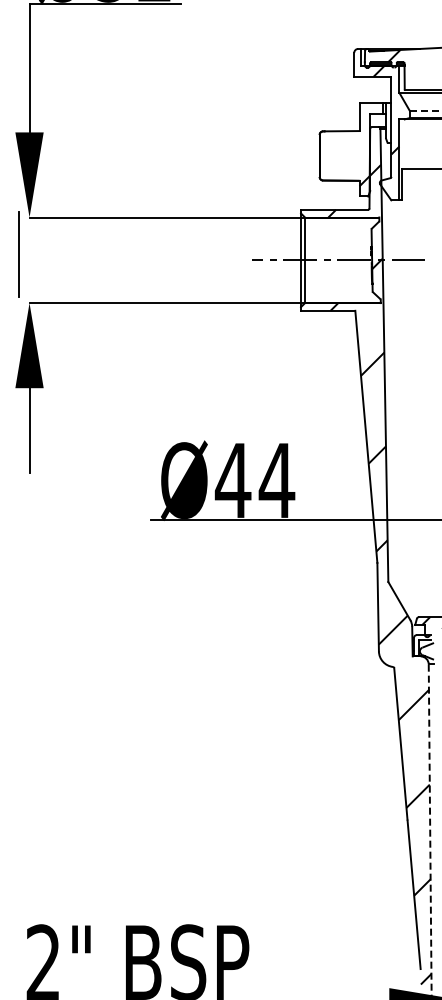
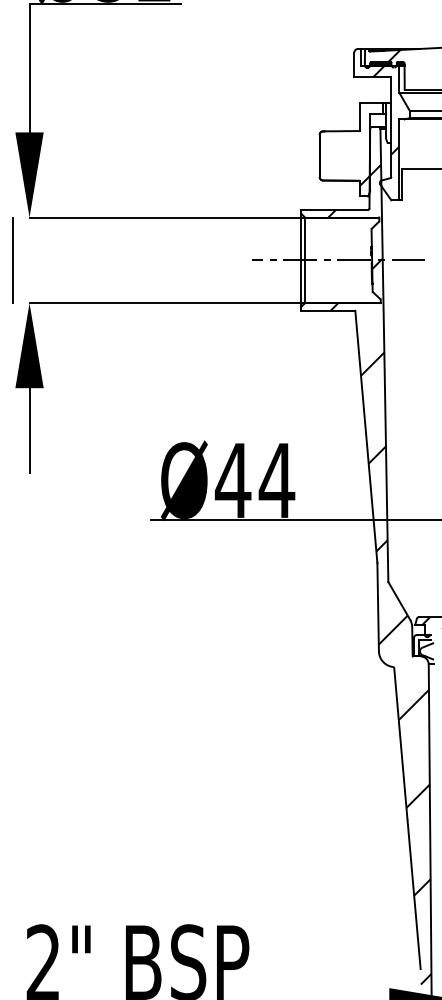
line at (426, 111): dashed -> solid
line at (18, 254) position: (18, 254) -> (12, 260)
line at (430, 832): dashed -> solid
